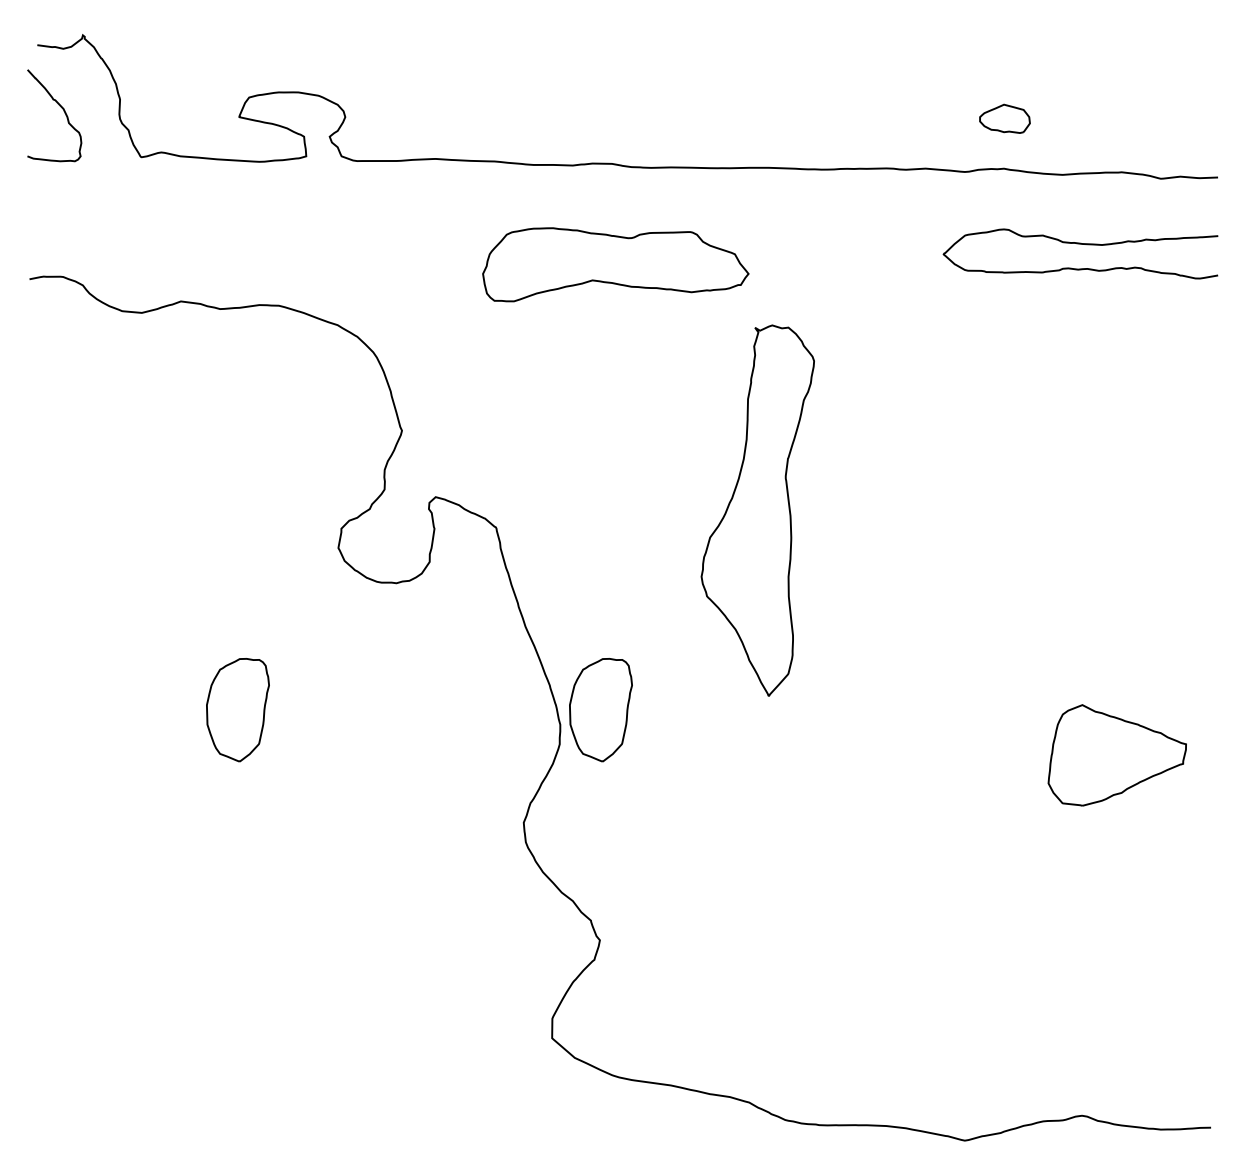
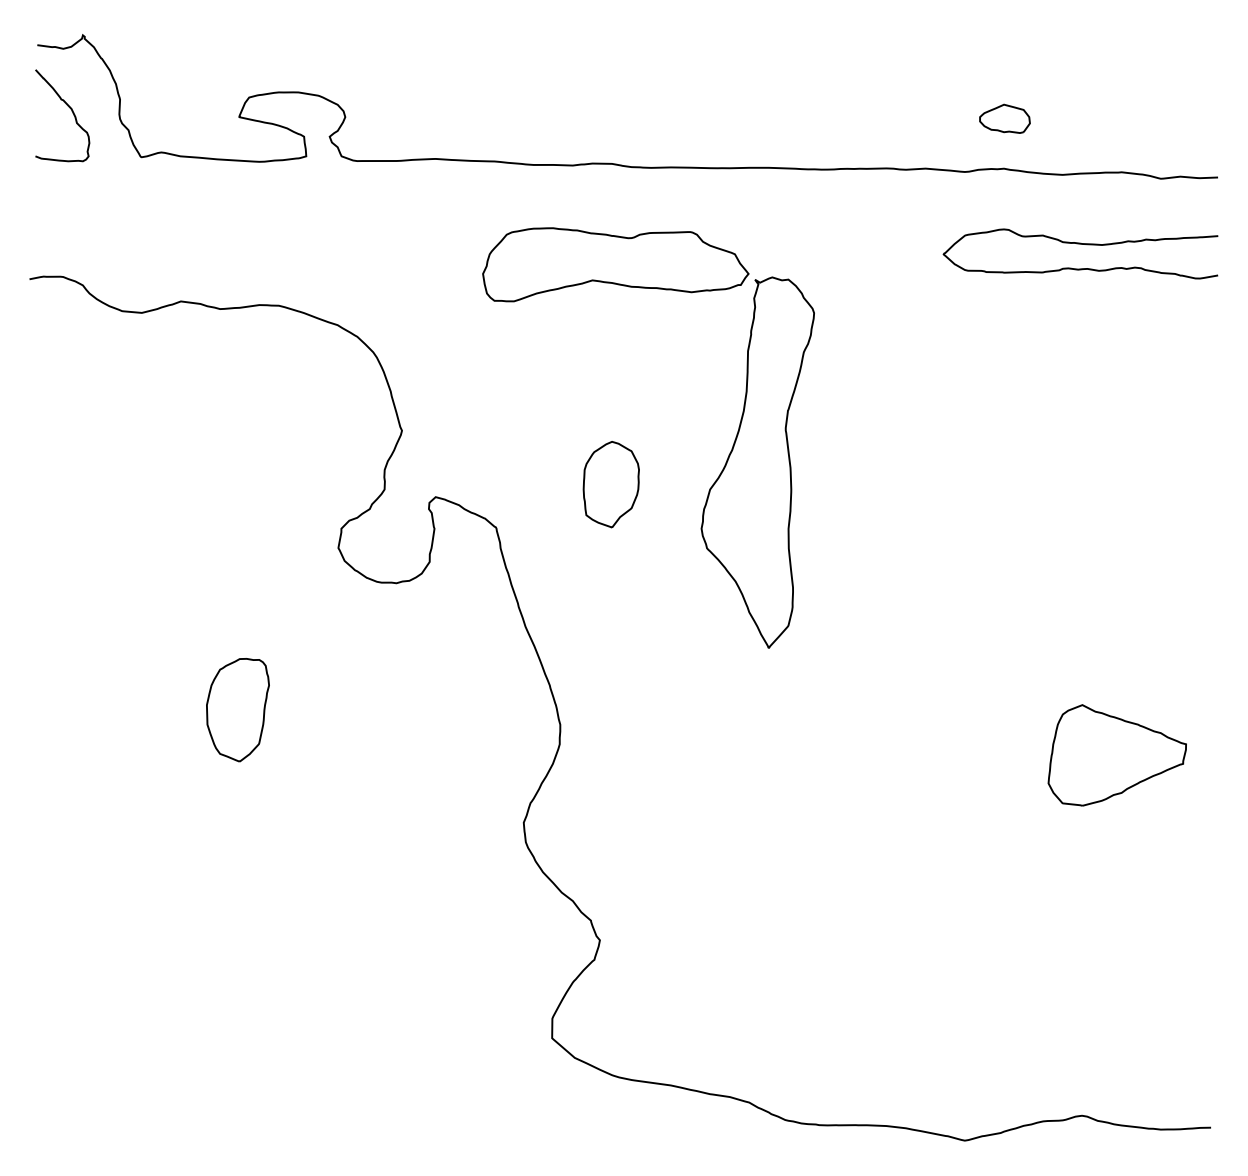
curve at (63, 111) position: (63, 111) -> (71, 111)
part at (610, 484): none -> present
part at (757, 510) position: (757, 510) -> (757, 462)
part at (600, 710): present -> none
